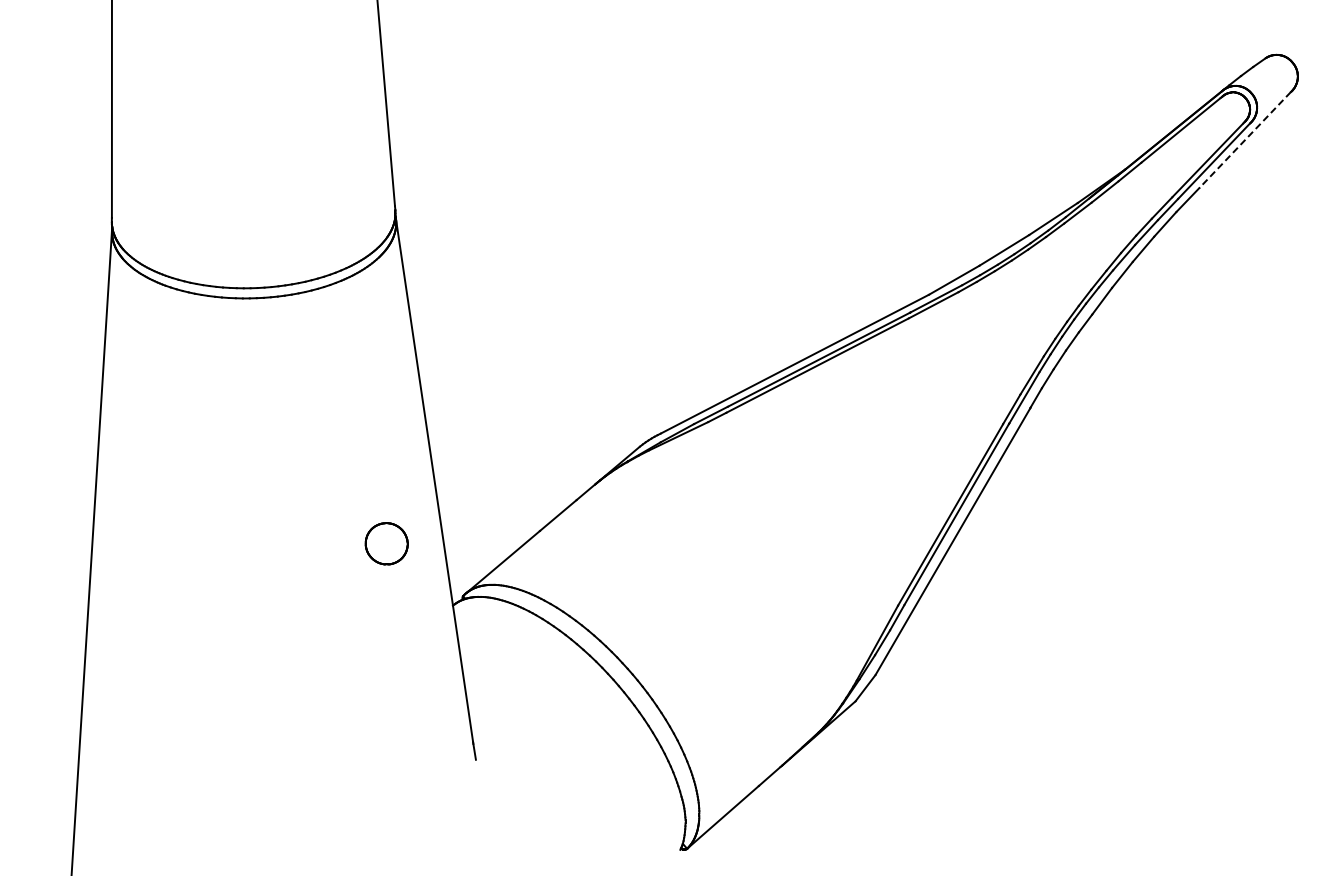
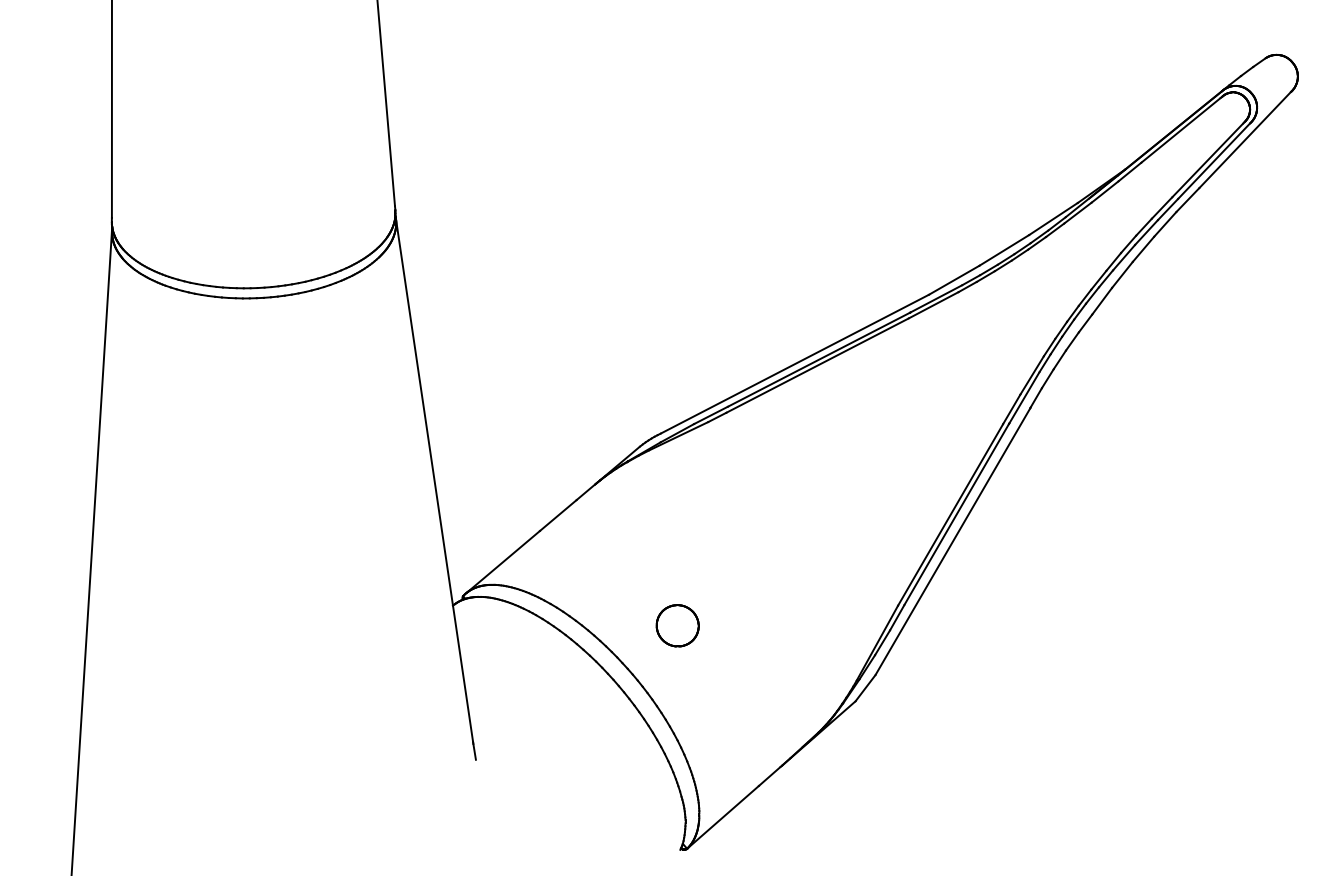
line at (1244, 140): dashed -> solid
part at (386, 543) position: (386, 543) -> (677, 625)
